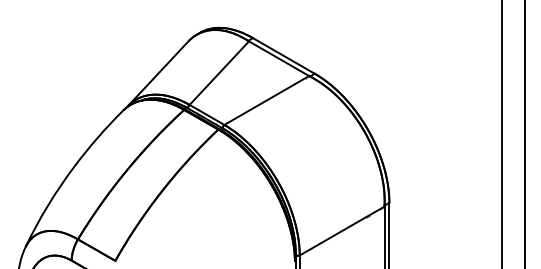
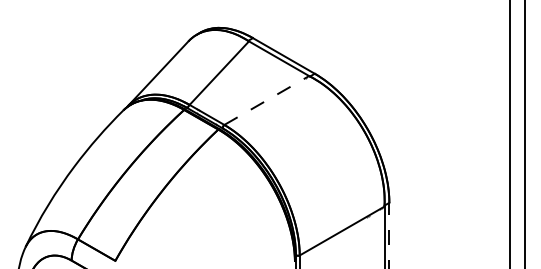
line at (266, 100): solid -> dashed
line at (502, 133) position: (502, 133) -> (510, 133)
line at (389, 235): solid -> dashed
